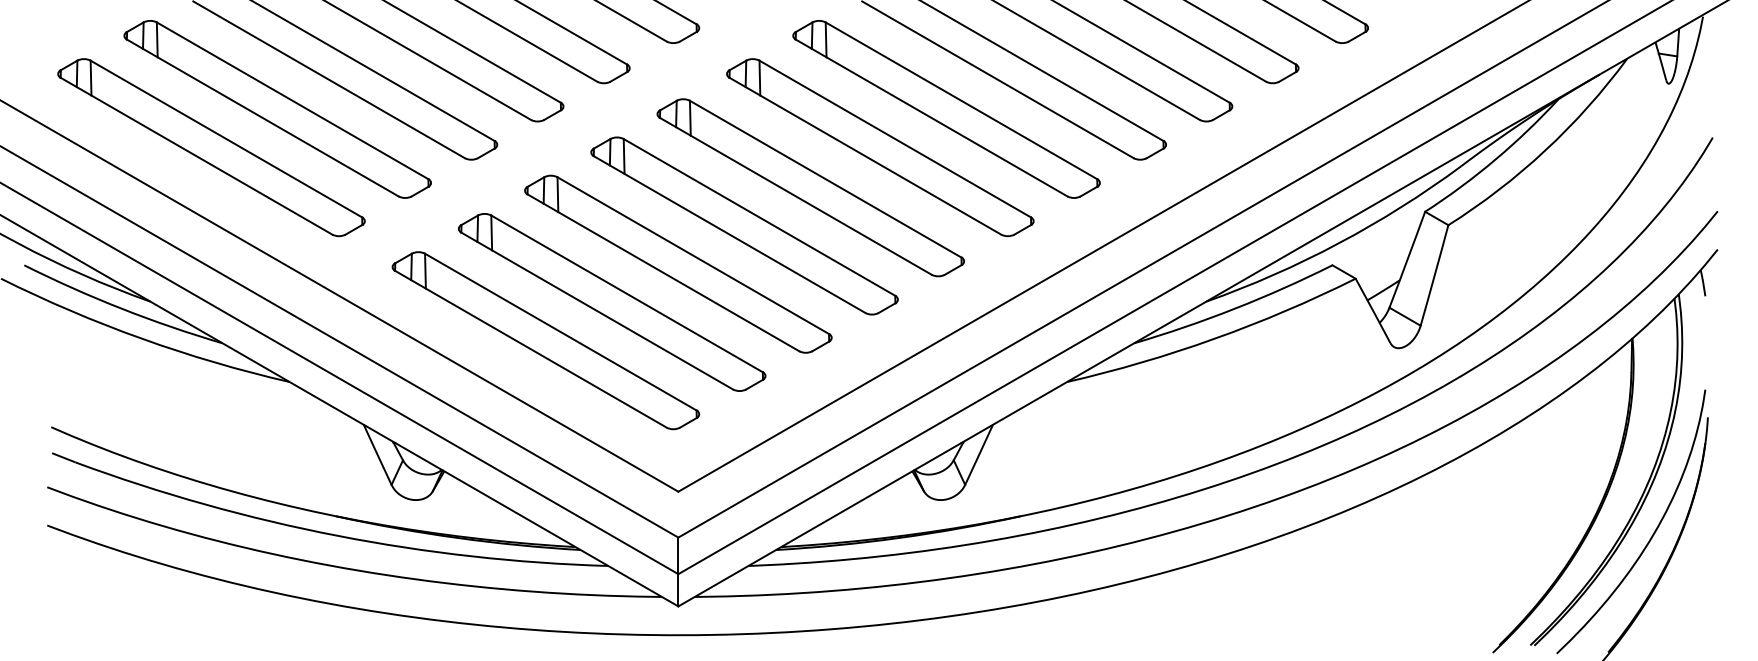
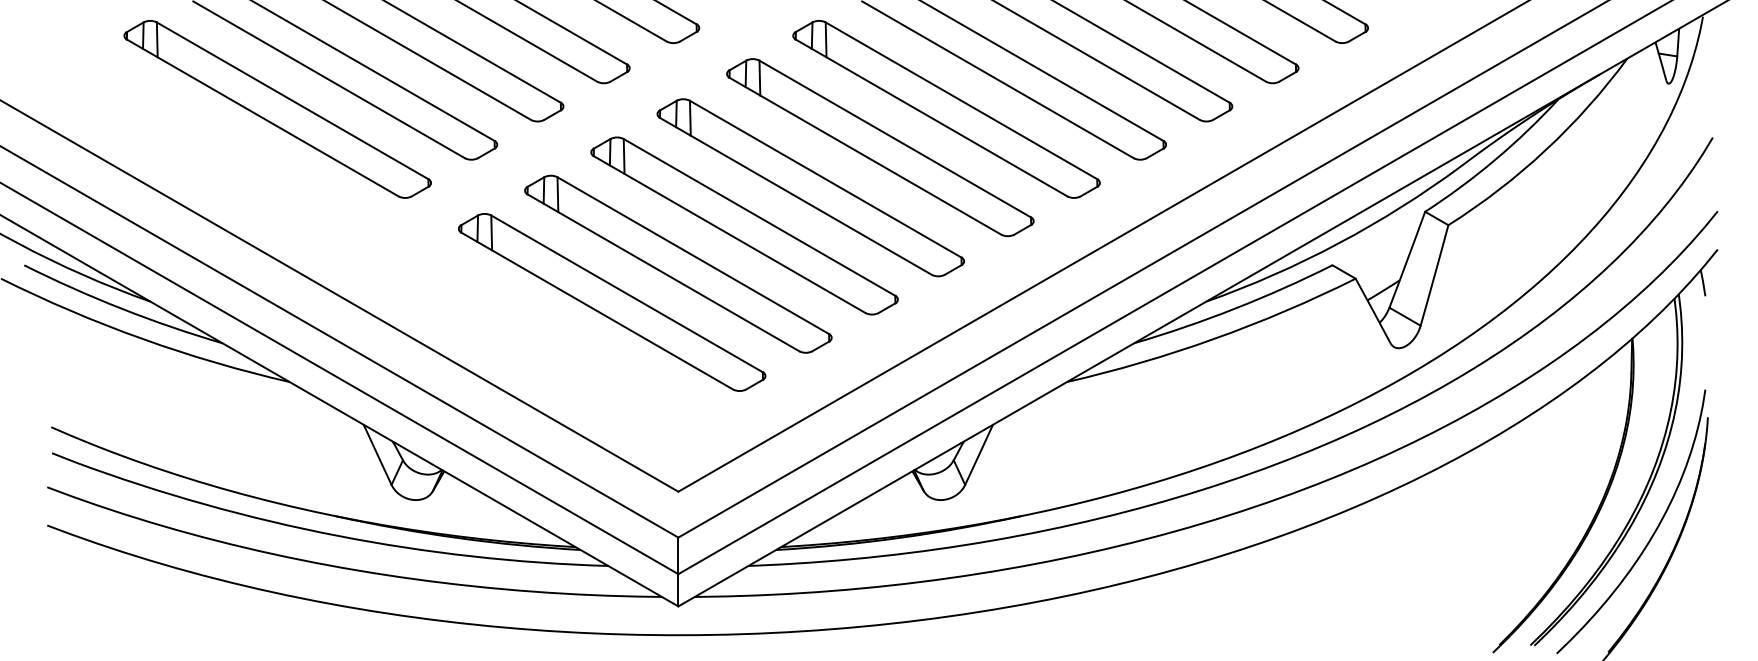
part at (211, 147): present -> none
part at (545, 340): present -> none
